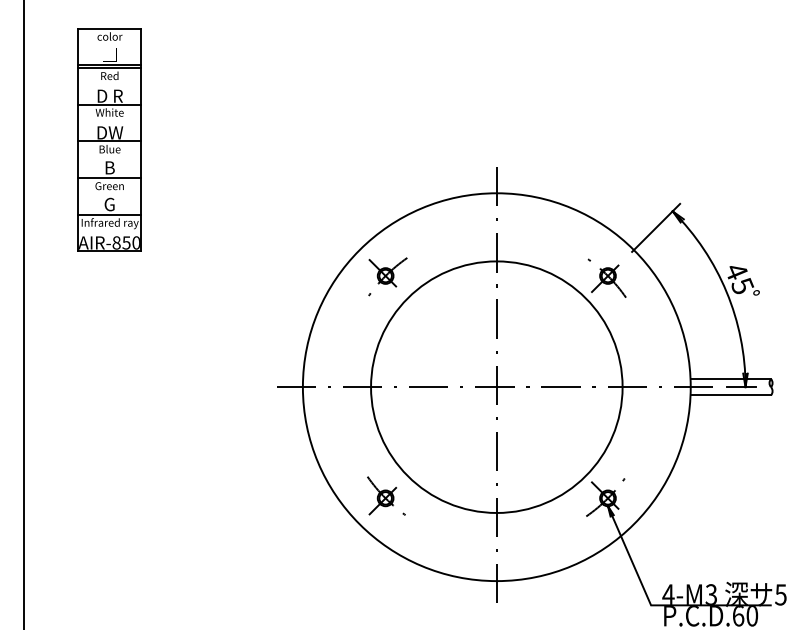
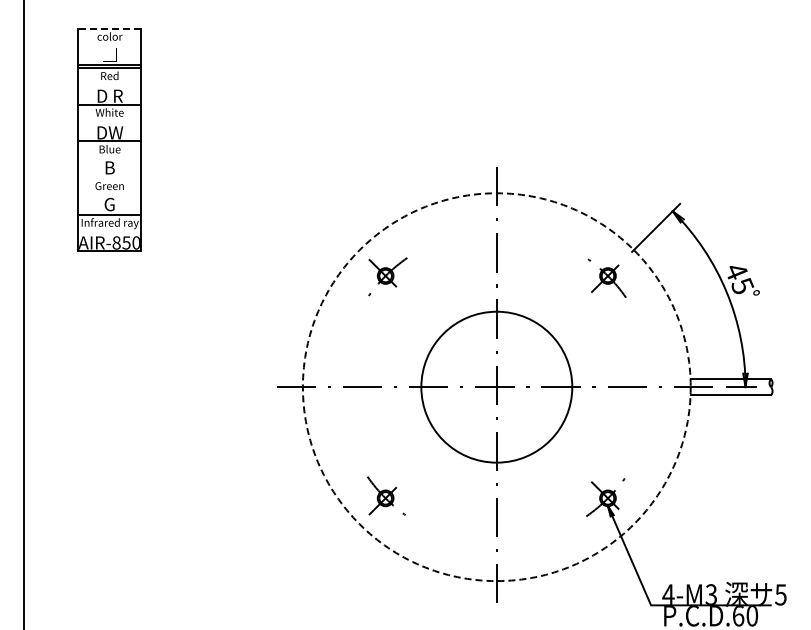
line at (109, 28): solid -> dashed
line at (109, 177): present -> none
circle at (496, 386) diameter: 252 px -> 151 px
circle at (496, 387): solid -> dashed
